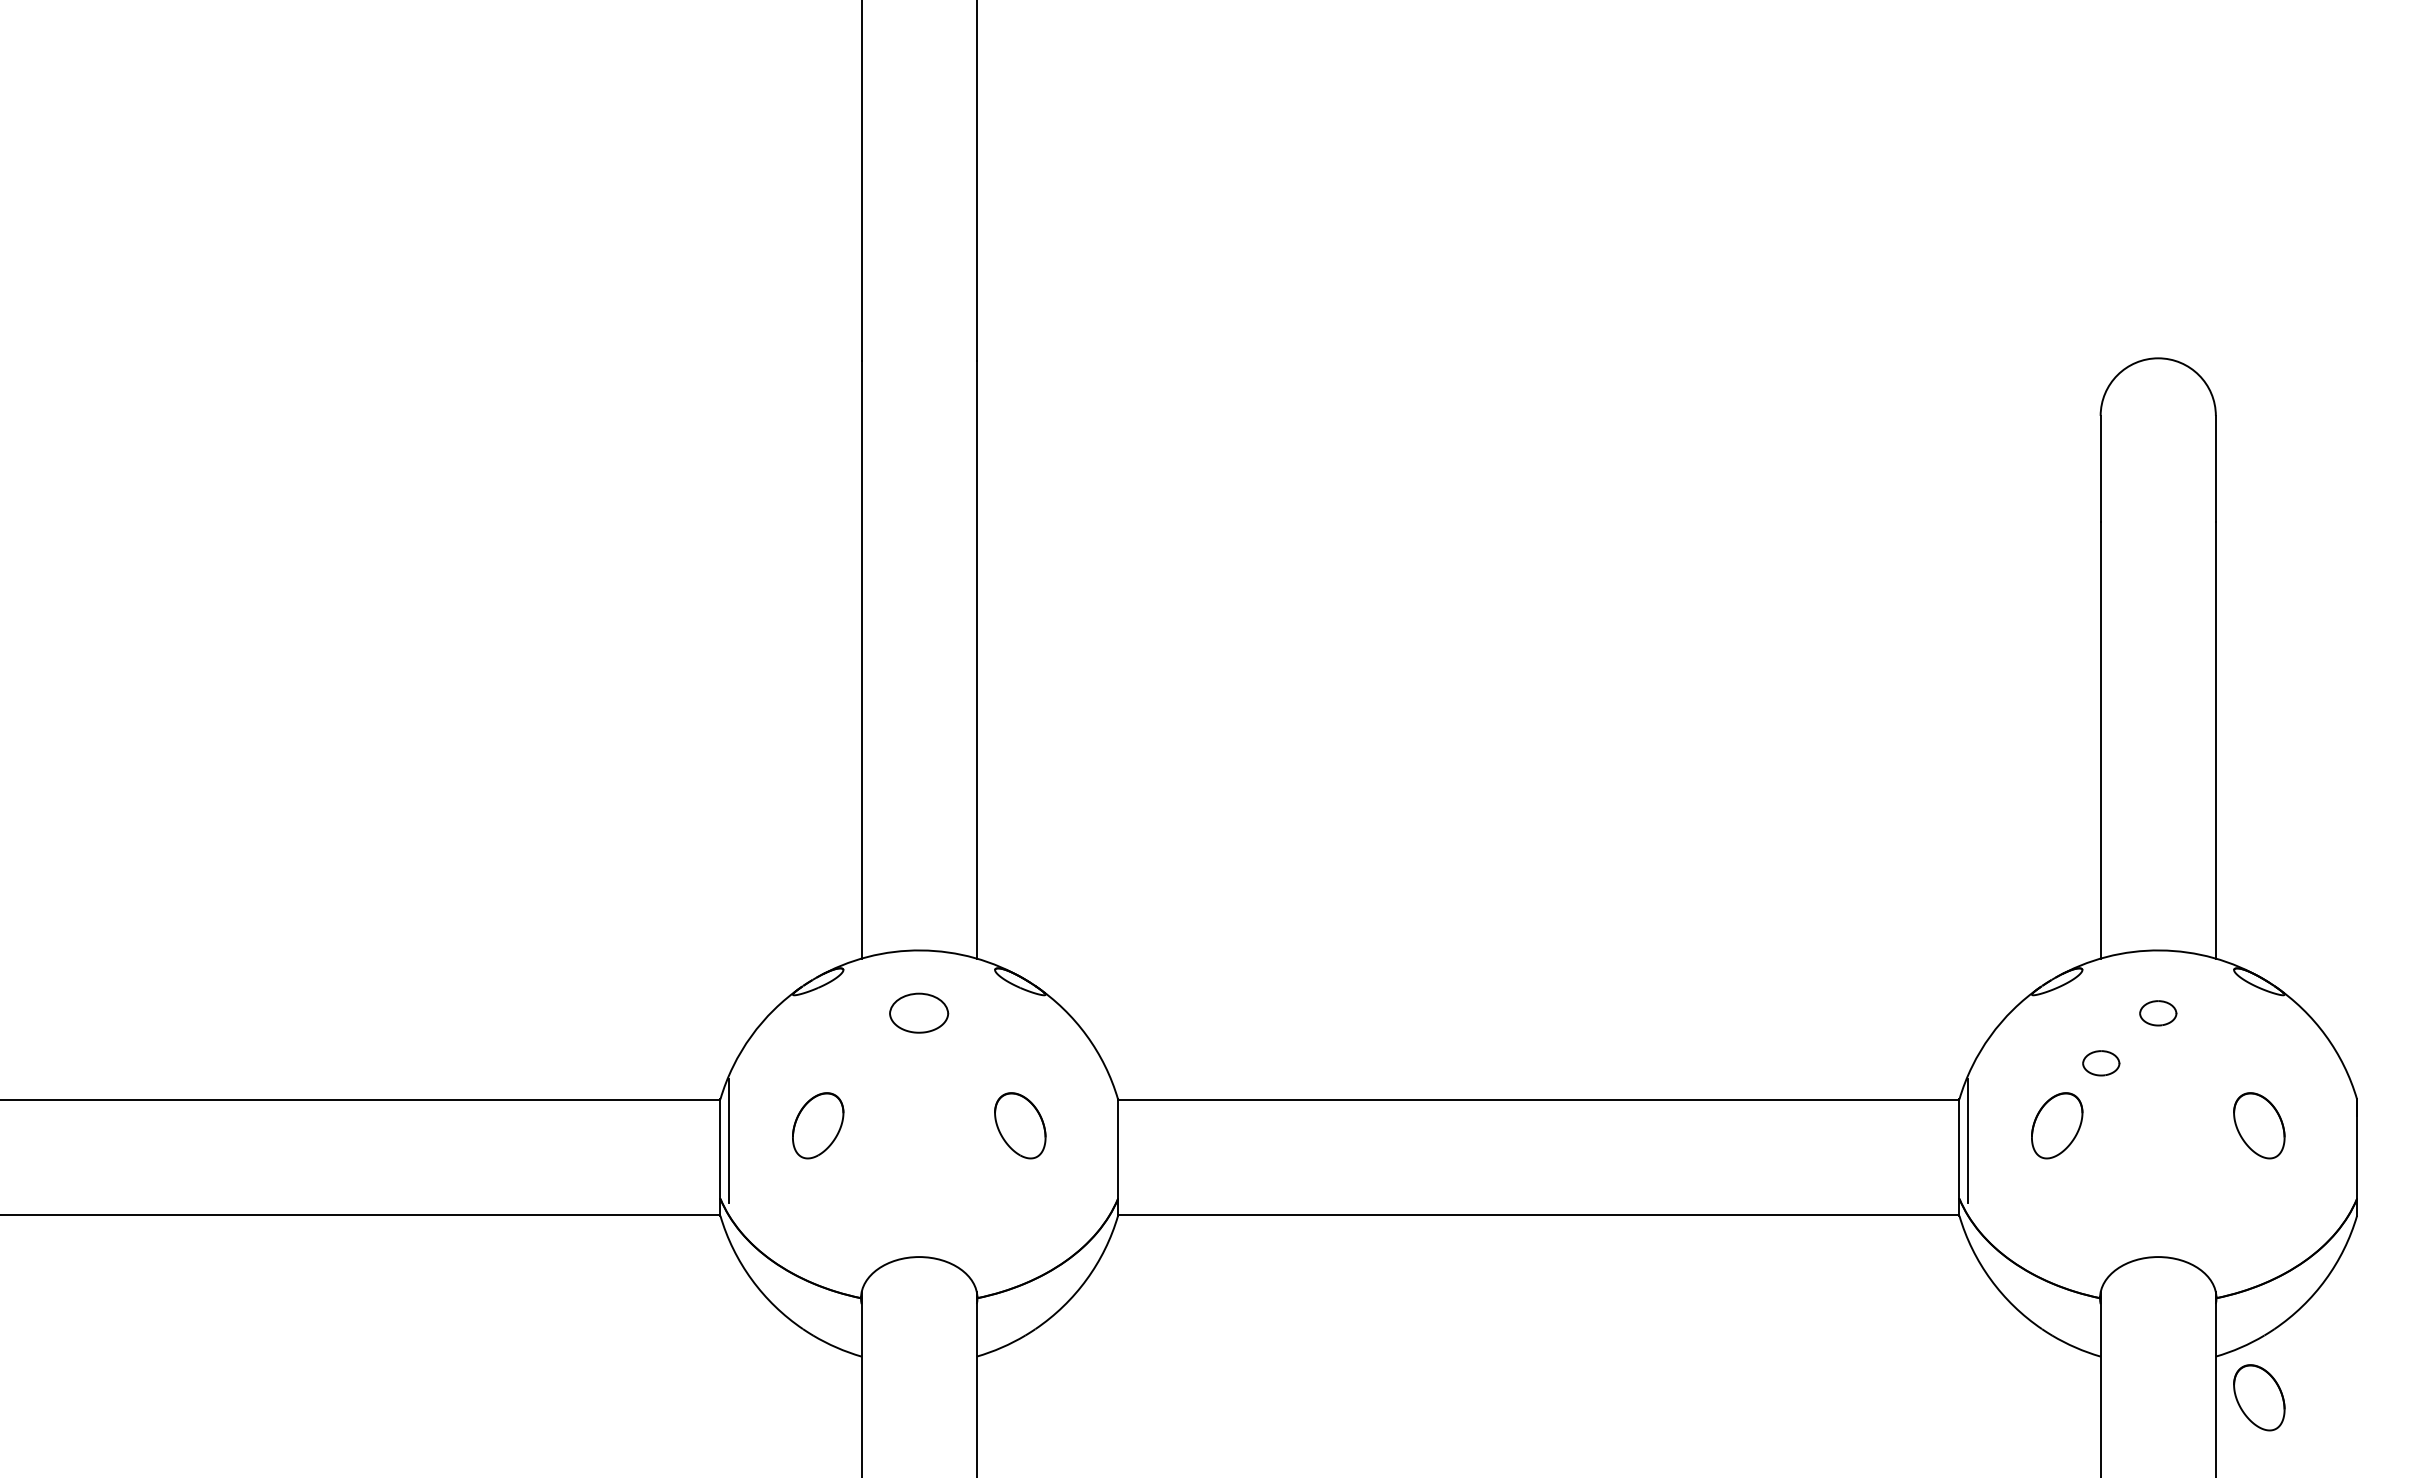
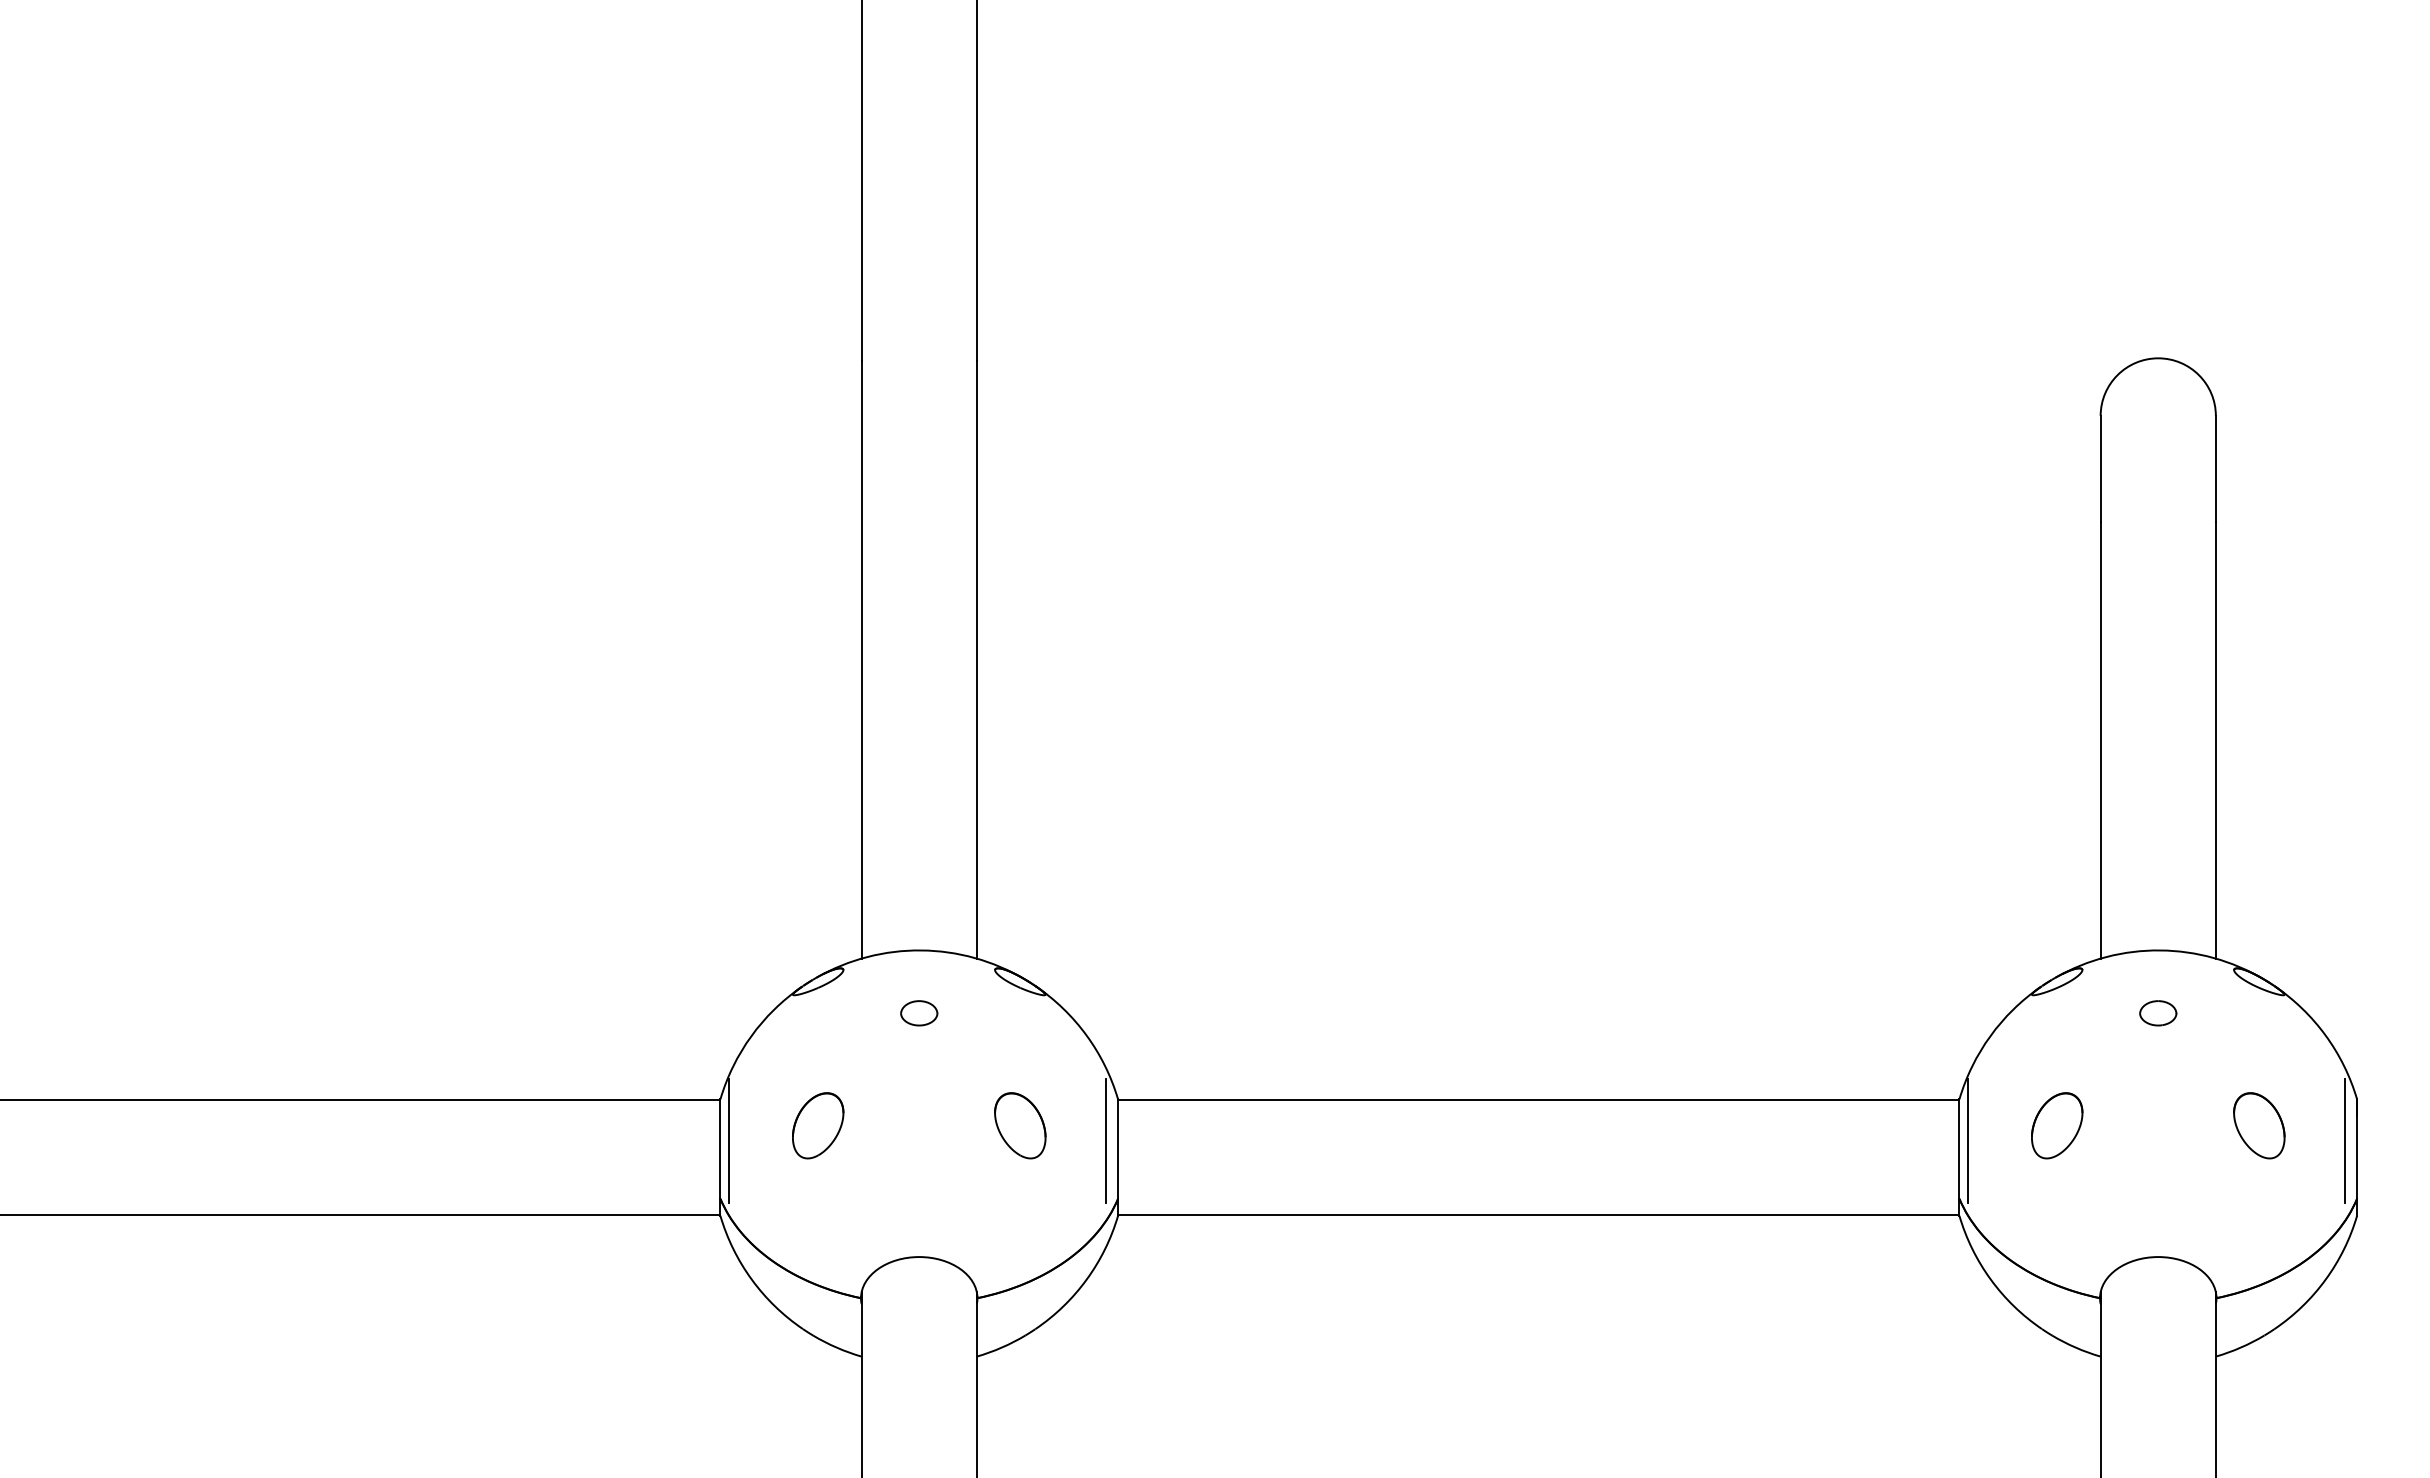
part at (919, 1012) size: 61x42 px -> 39x27 px
part at (2101, 1063): present -> none
line at (1105, 1141): none -> present
line at (2344, 1141): none -> present
part at (2259, 1397): present -> none
